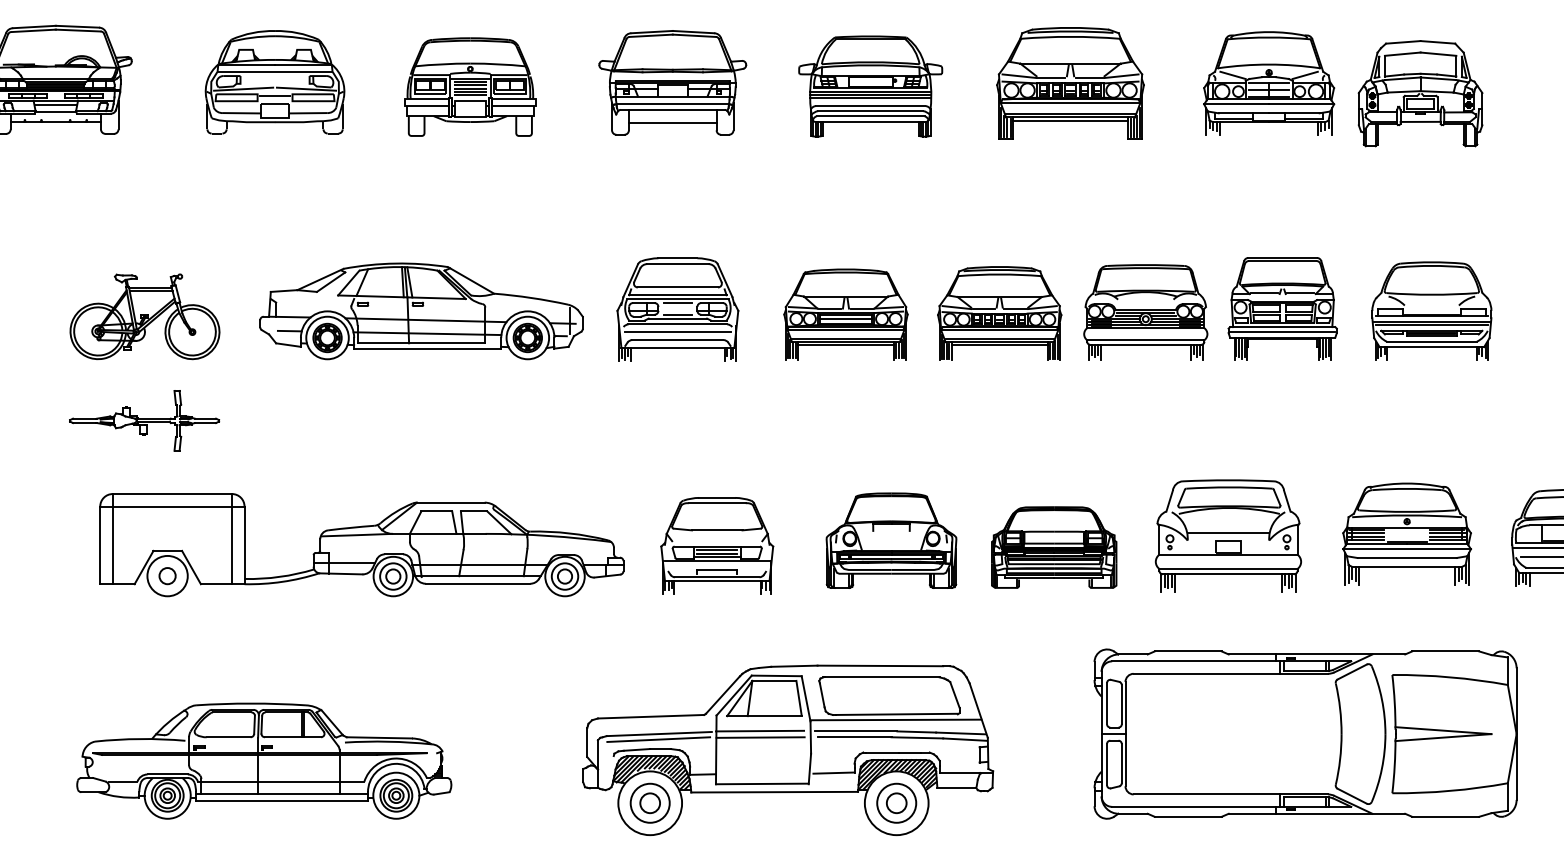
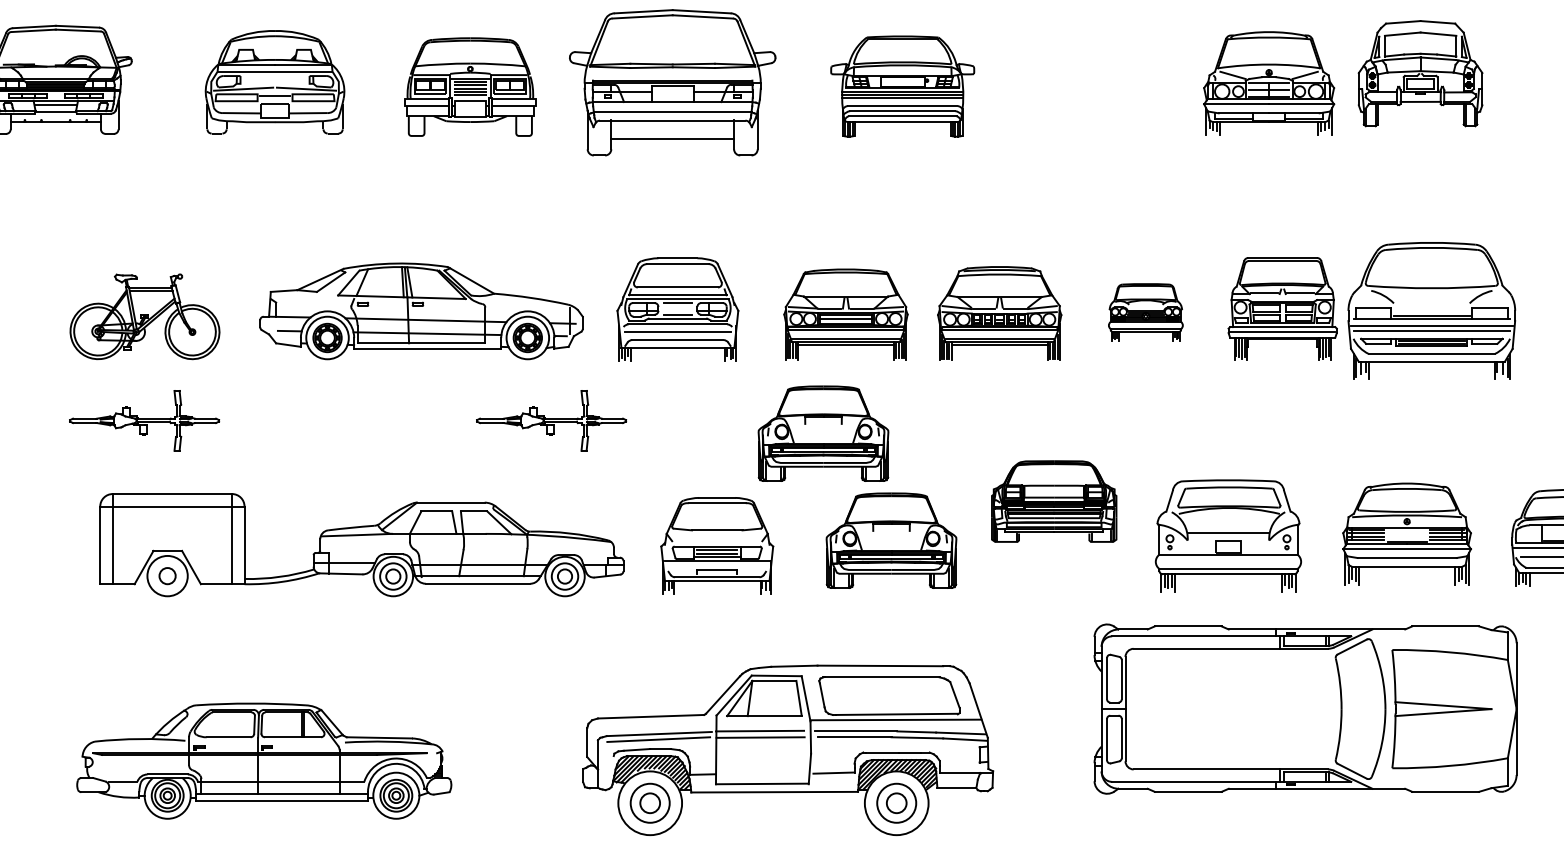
part at (672, 82) size: 150x106 px -> 208x148 px
part at (1070, 83): present -> none
part at (870, 86) position: (870, 86) -> (902, 86)
part at (1420, 93) position: (1420, 93) -> (1420, 73)
part at (1431, 310) size: 122x100 px -> 170x138 px
part at (1145, 312) size: 126x97 px -> 76x59 px
part at (551, 420): none -> present
part at (823, 433): none -> present
part at (1054, 547) position: (1054, 547) -> (1054, 501)
part at (1305, 733) position: (1305, 733) -> (1305, 708)
